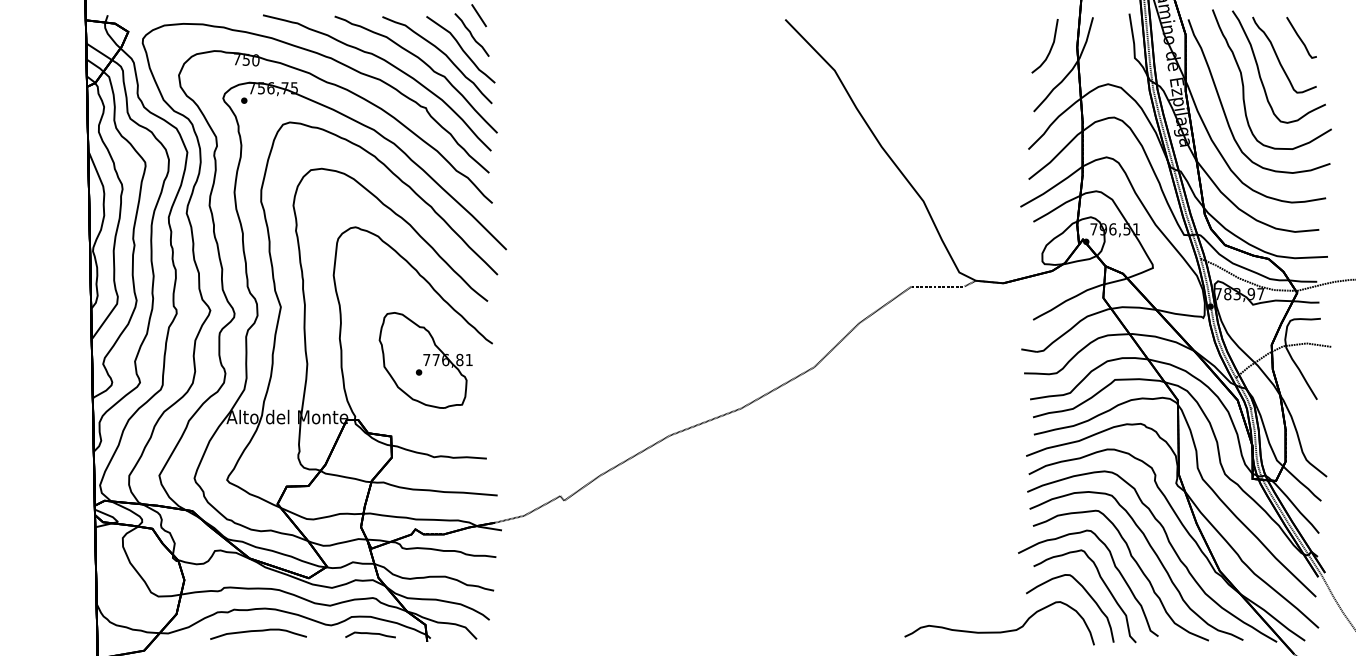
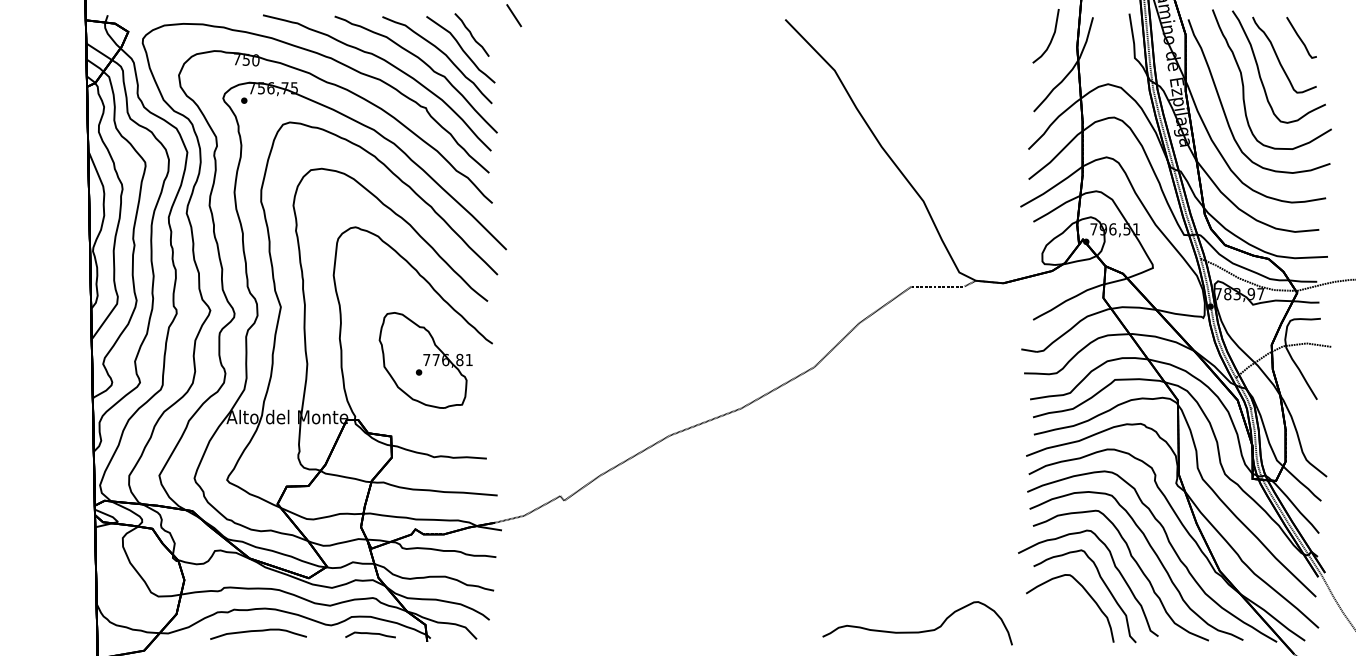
line at (479, 15) position: (479, 15) -> (514, 15)
curve at (1050, 47) position: (1050, 47) -> (1051, 37)
part at (999, 631) position: (999, 631) -> (917, 631)
